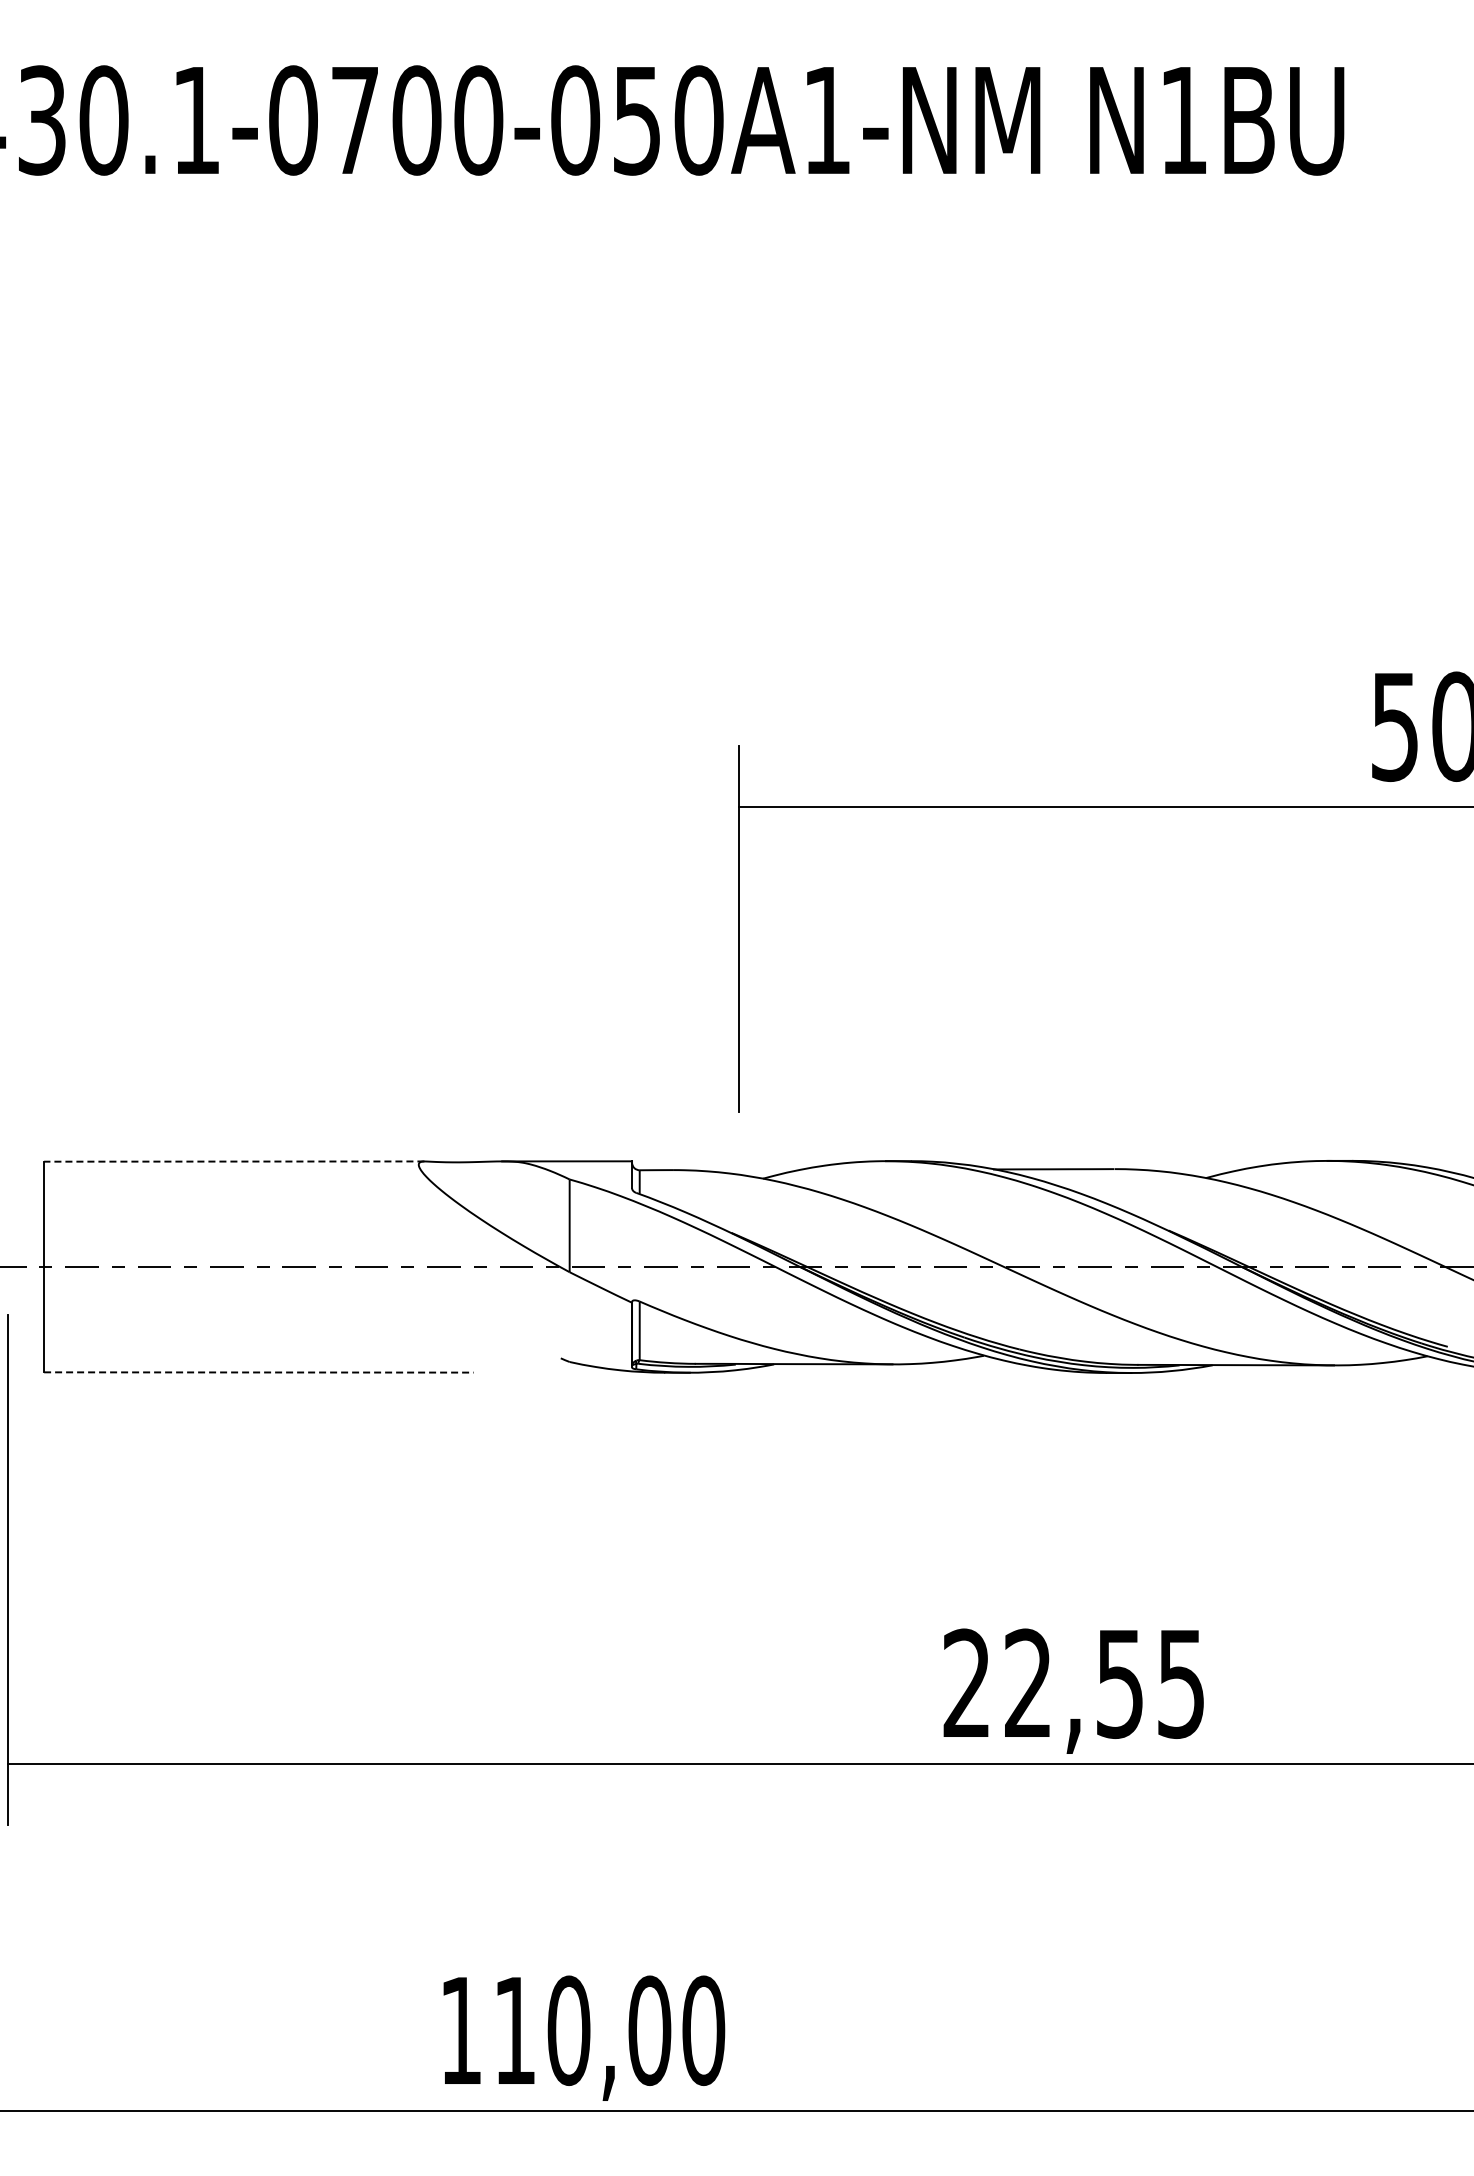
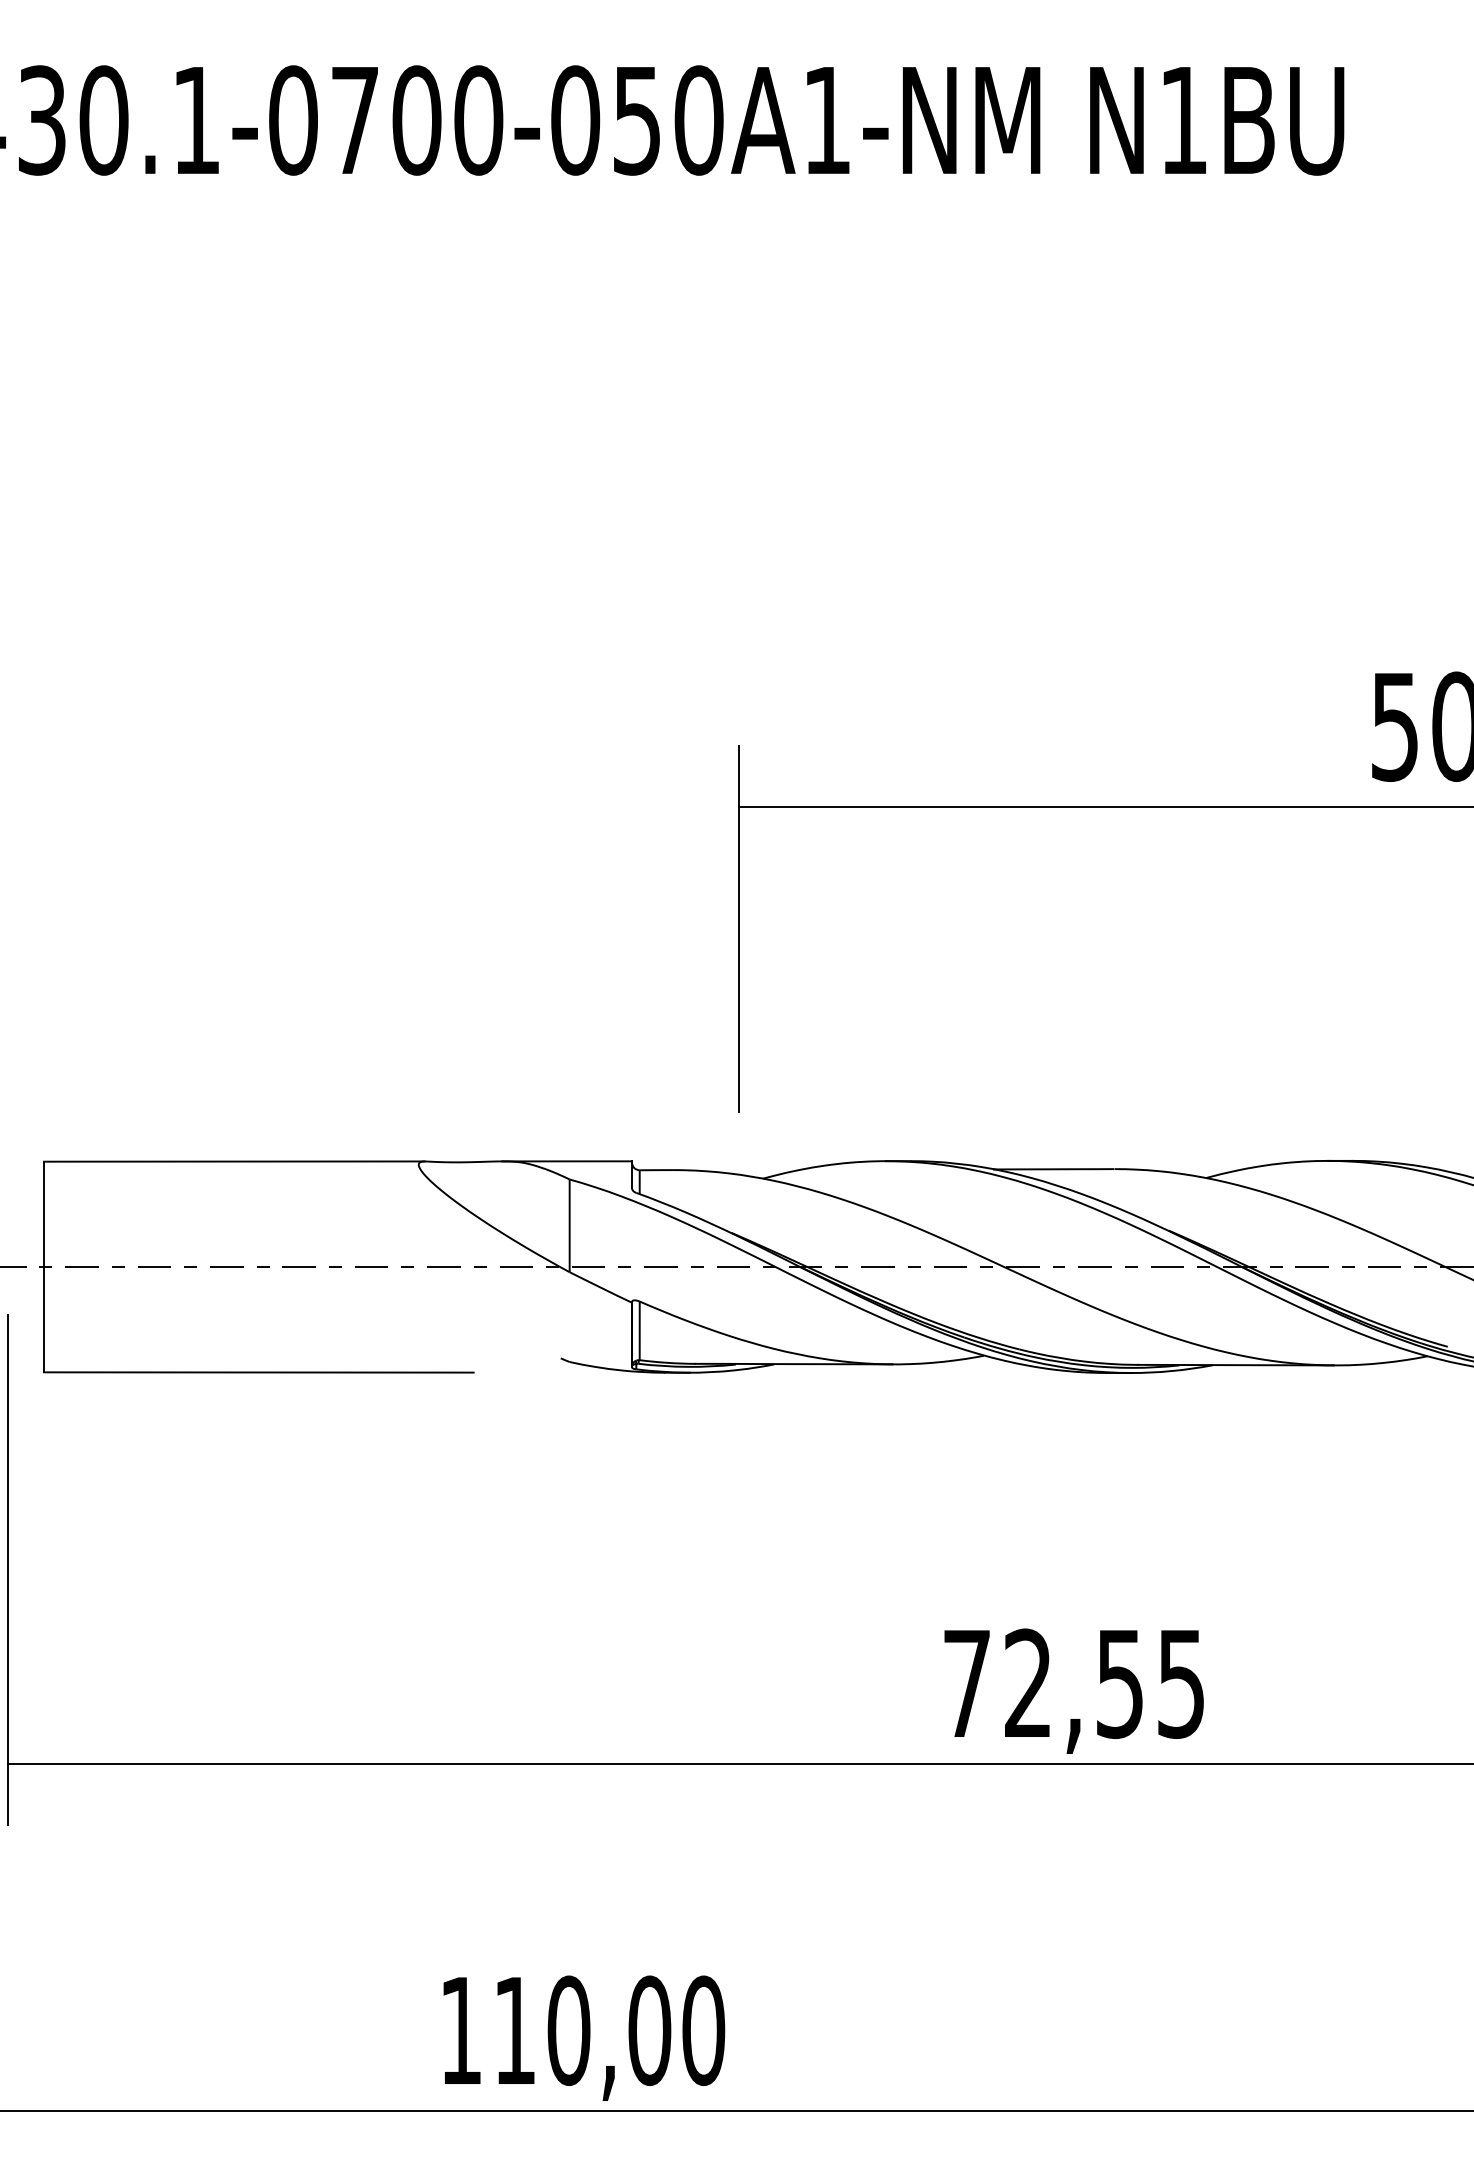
line at (233, 1161): dashed -> solid
line at (258, 1372): dashed -> solid
text at (966, 1682): 22,55 -> 72,55
